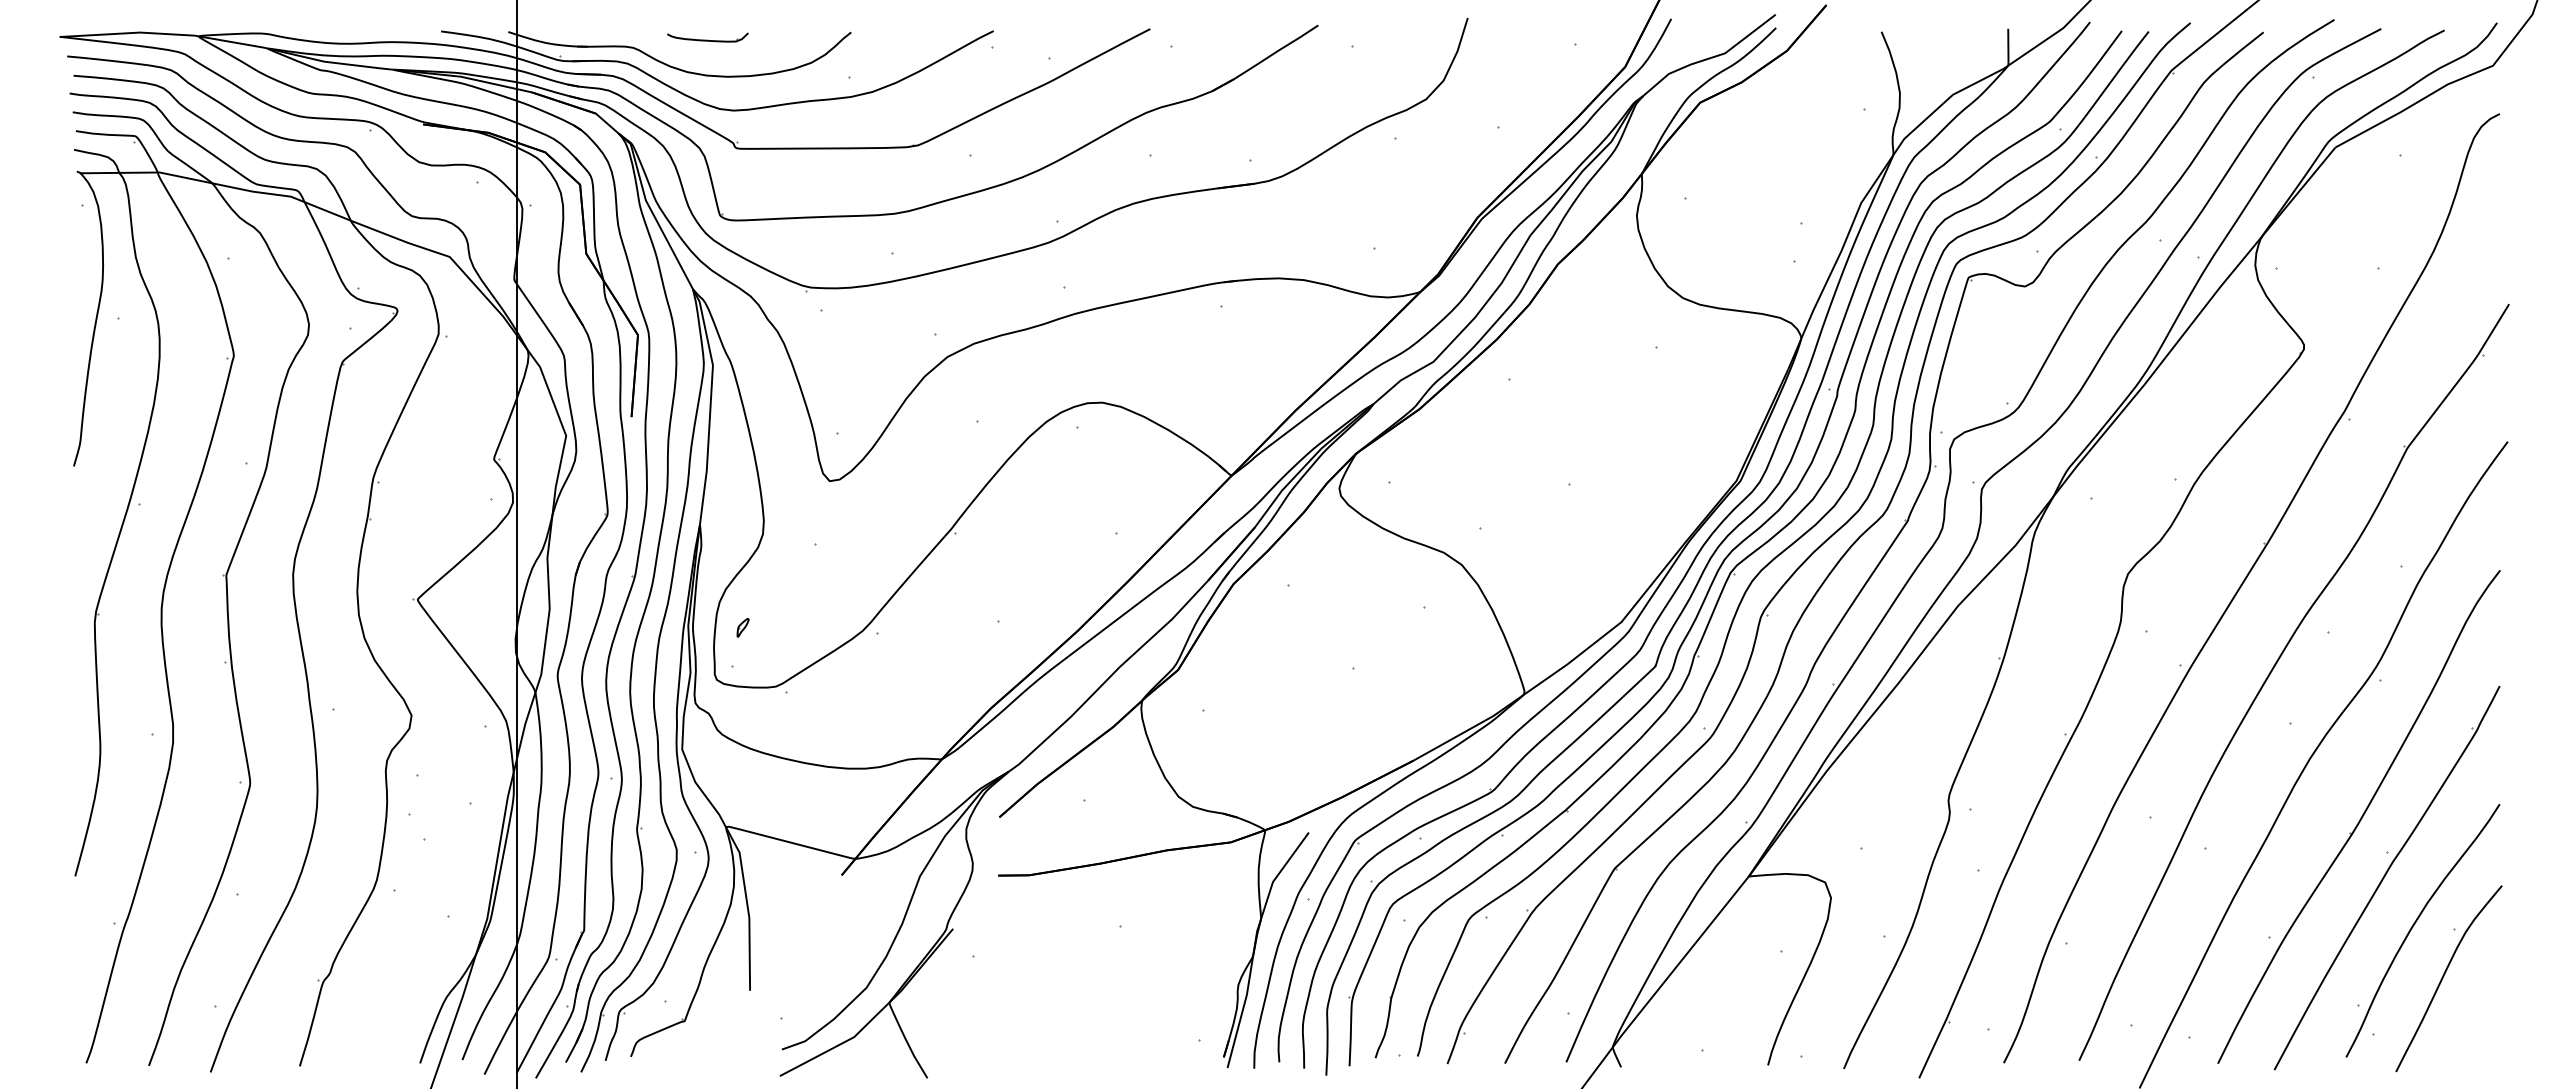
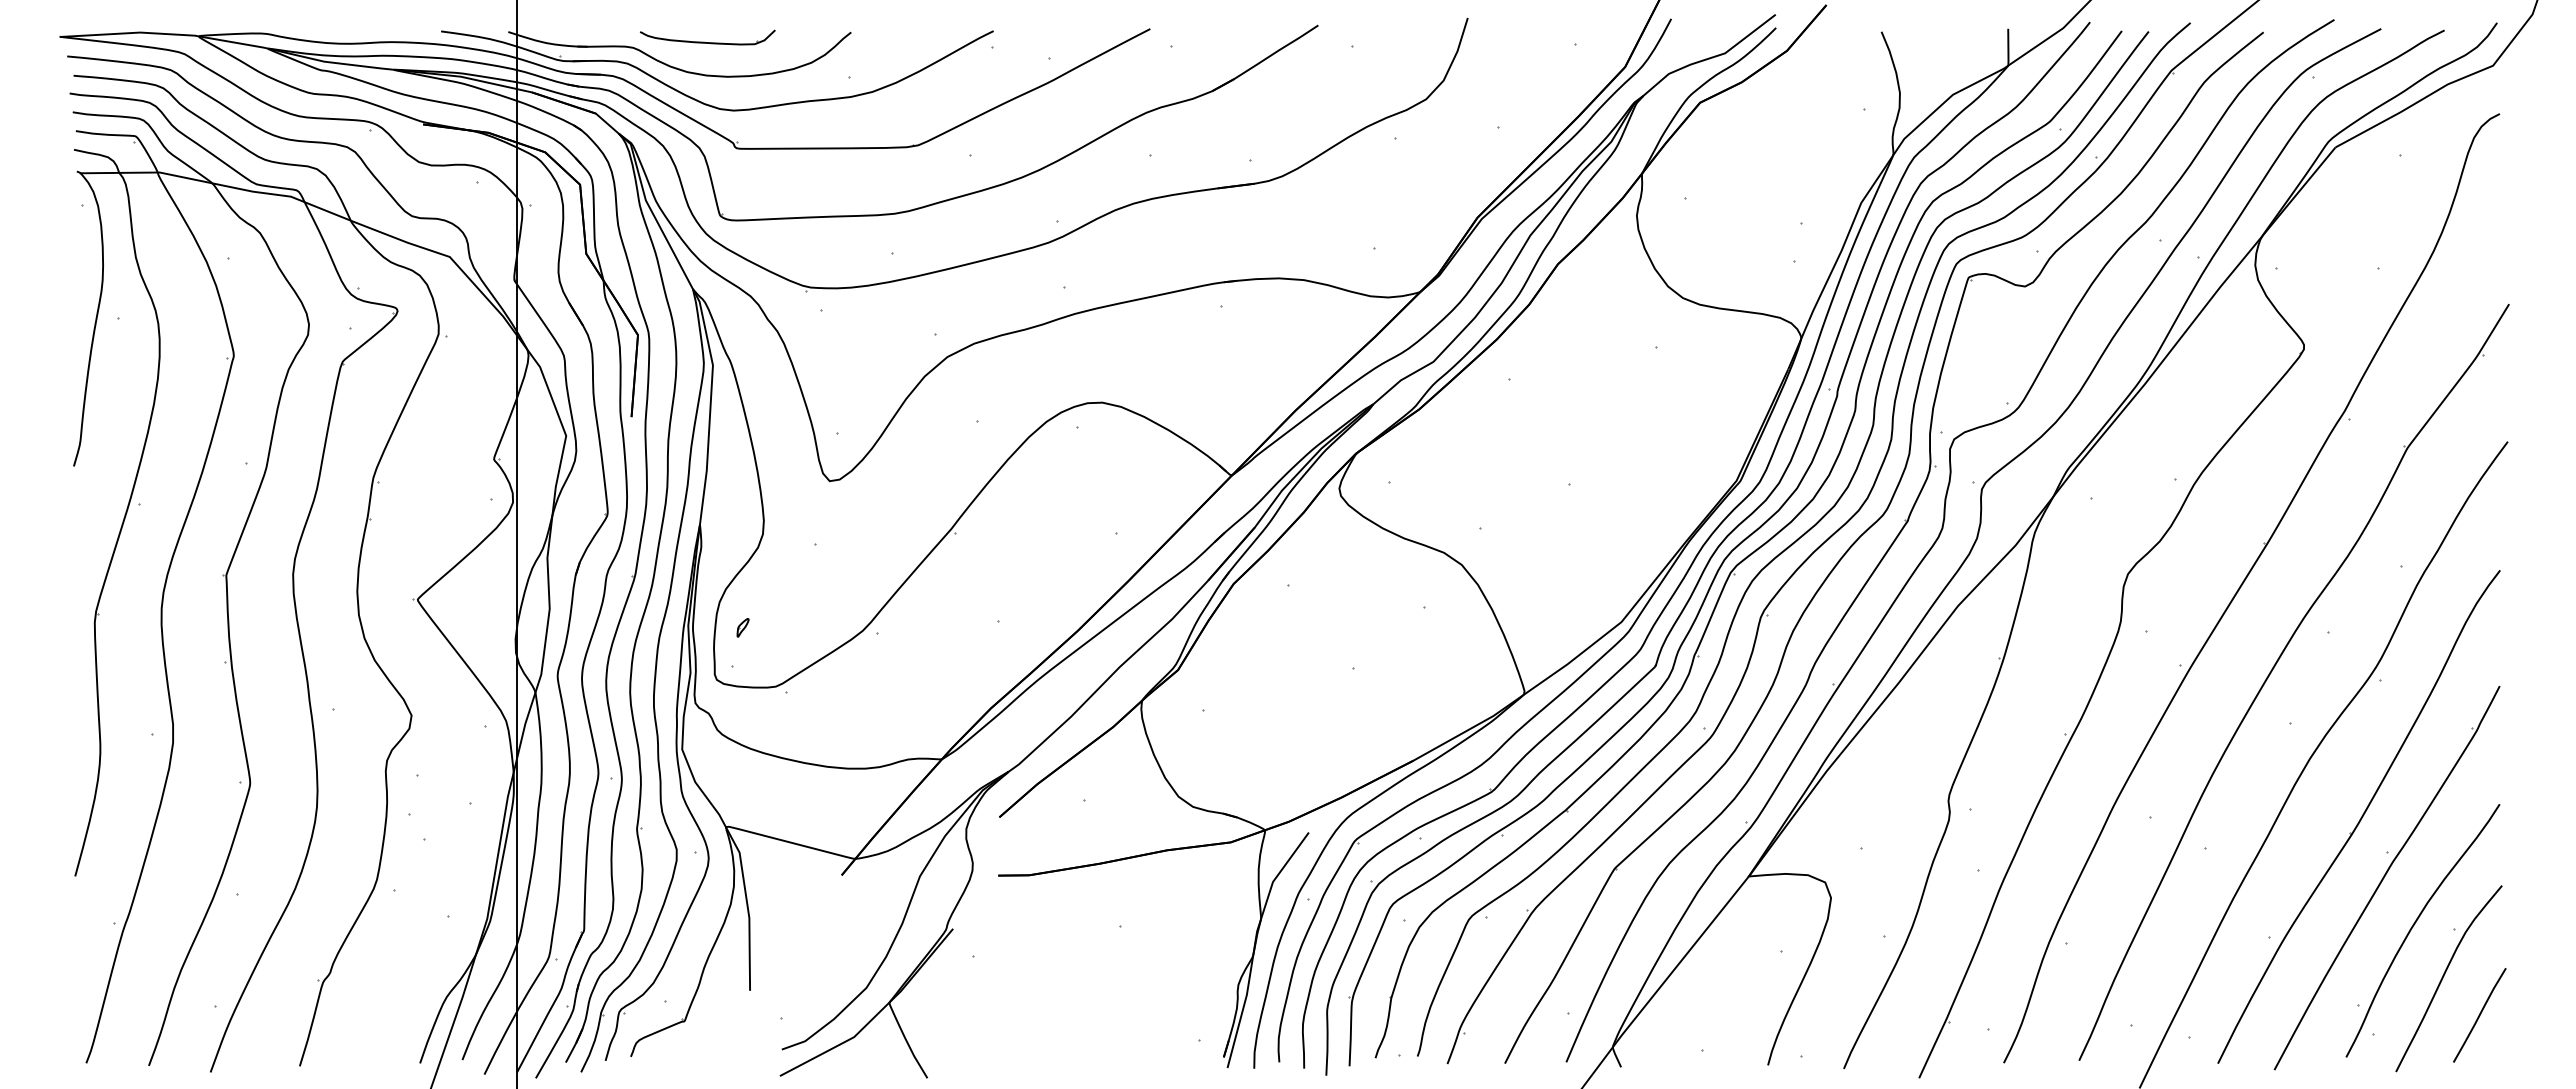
part at (707, 37) size: 82x11 px -> 136x17 px
line at (2479, 1015): none -> present
